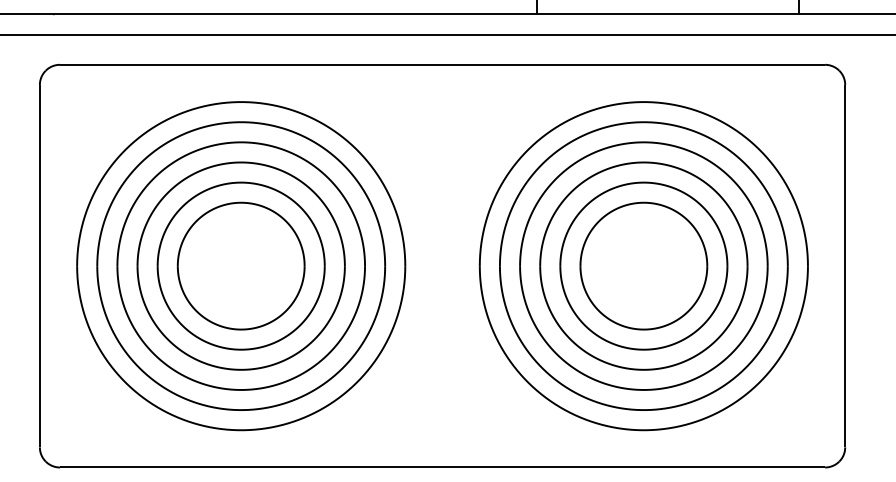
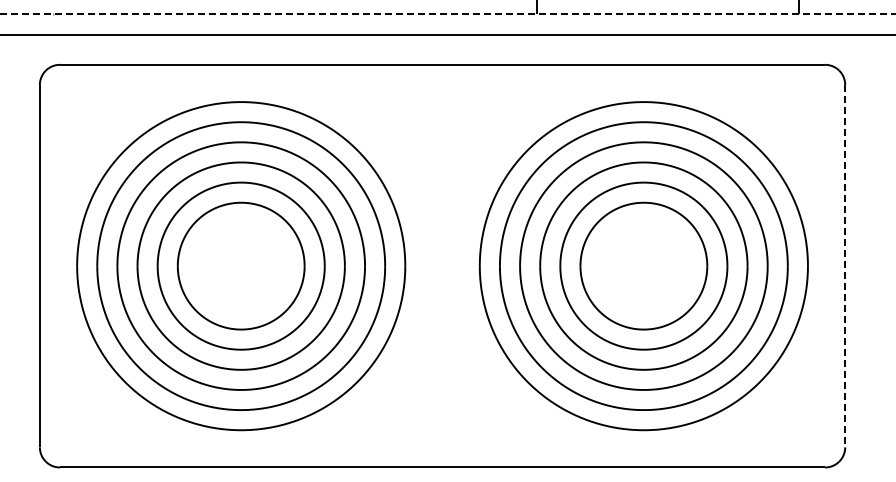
line at (448, 14): solid -> dashed
line at (845, 266): solid -> dashed
